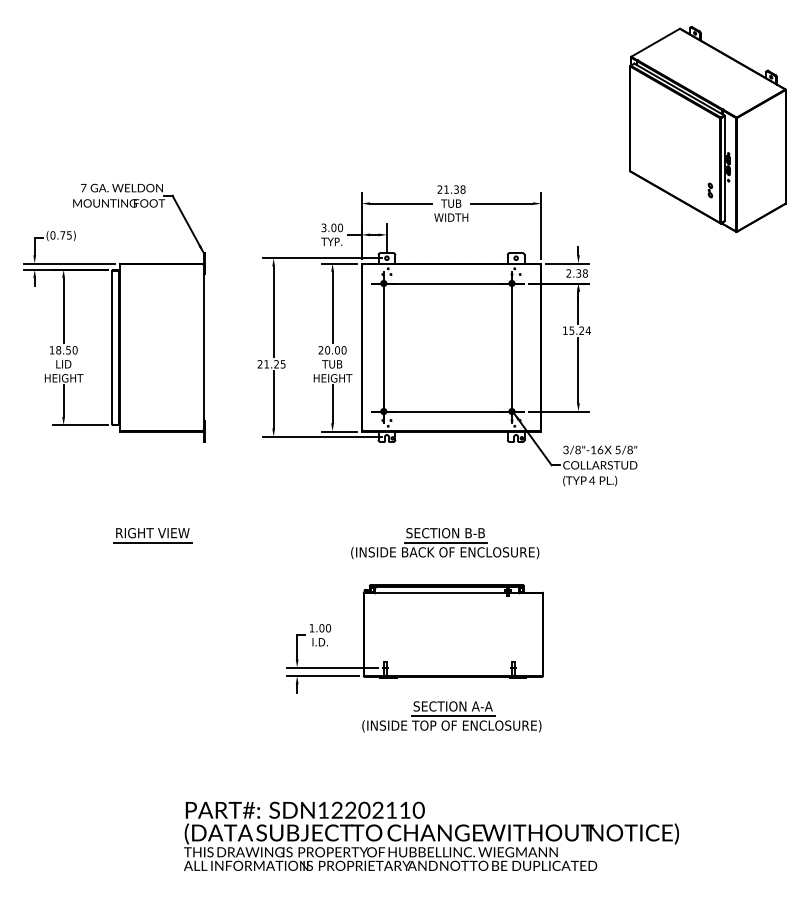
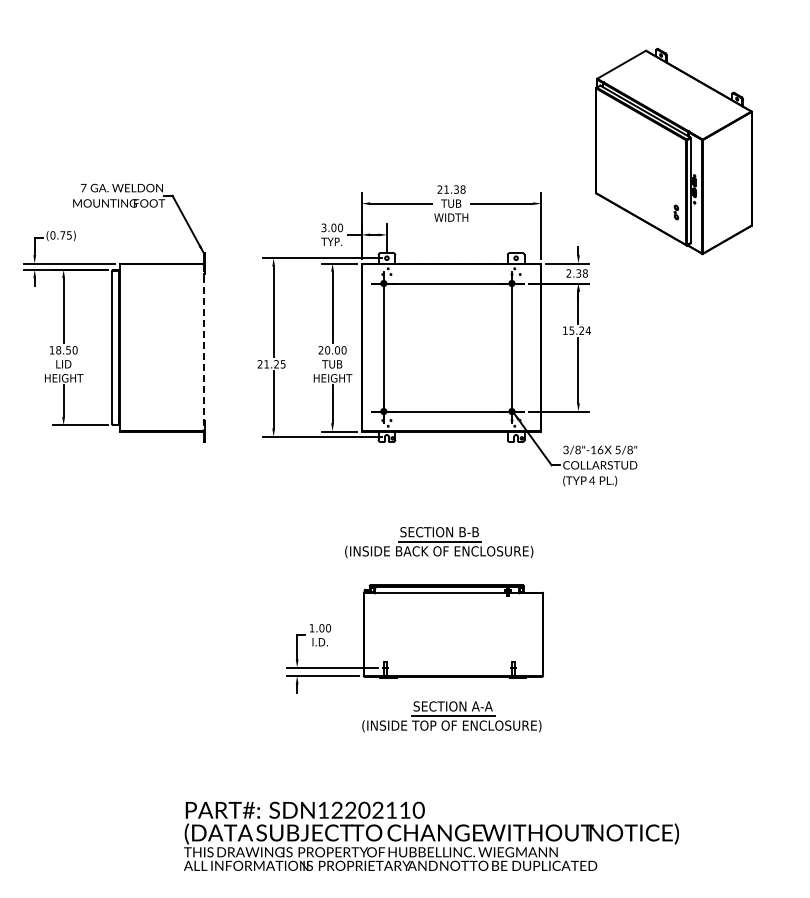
part at (707, 129) position: (707, 129) -> (673, 151)
line at (203, 348): solid -> dashed
part at (152, 535): present -> none
part at (445, 543) position: (445, 543) -> (439, 542)
